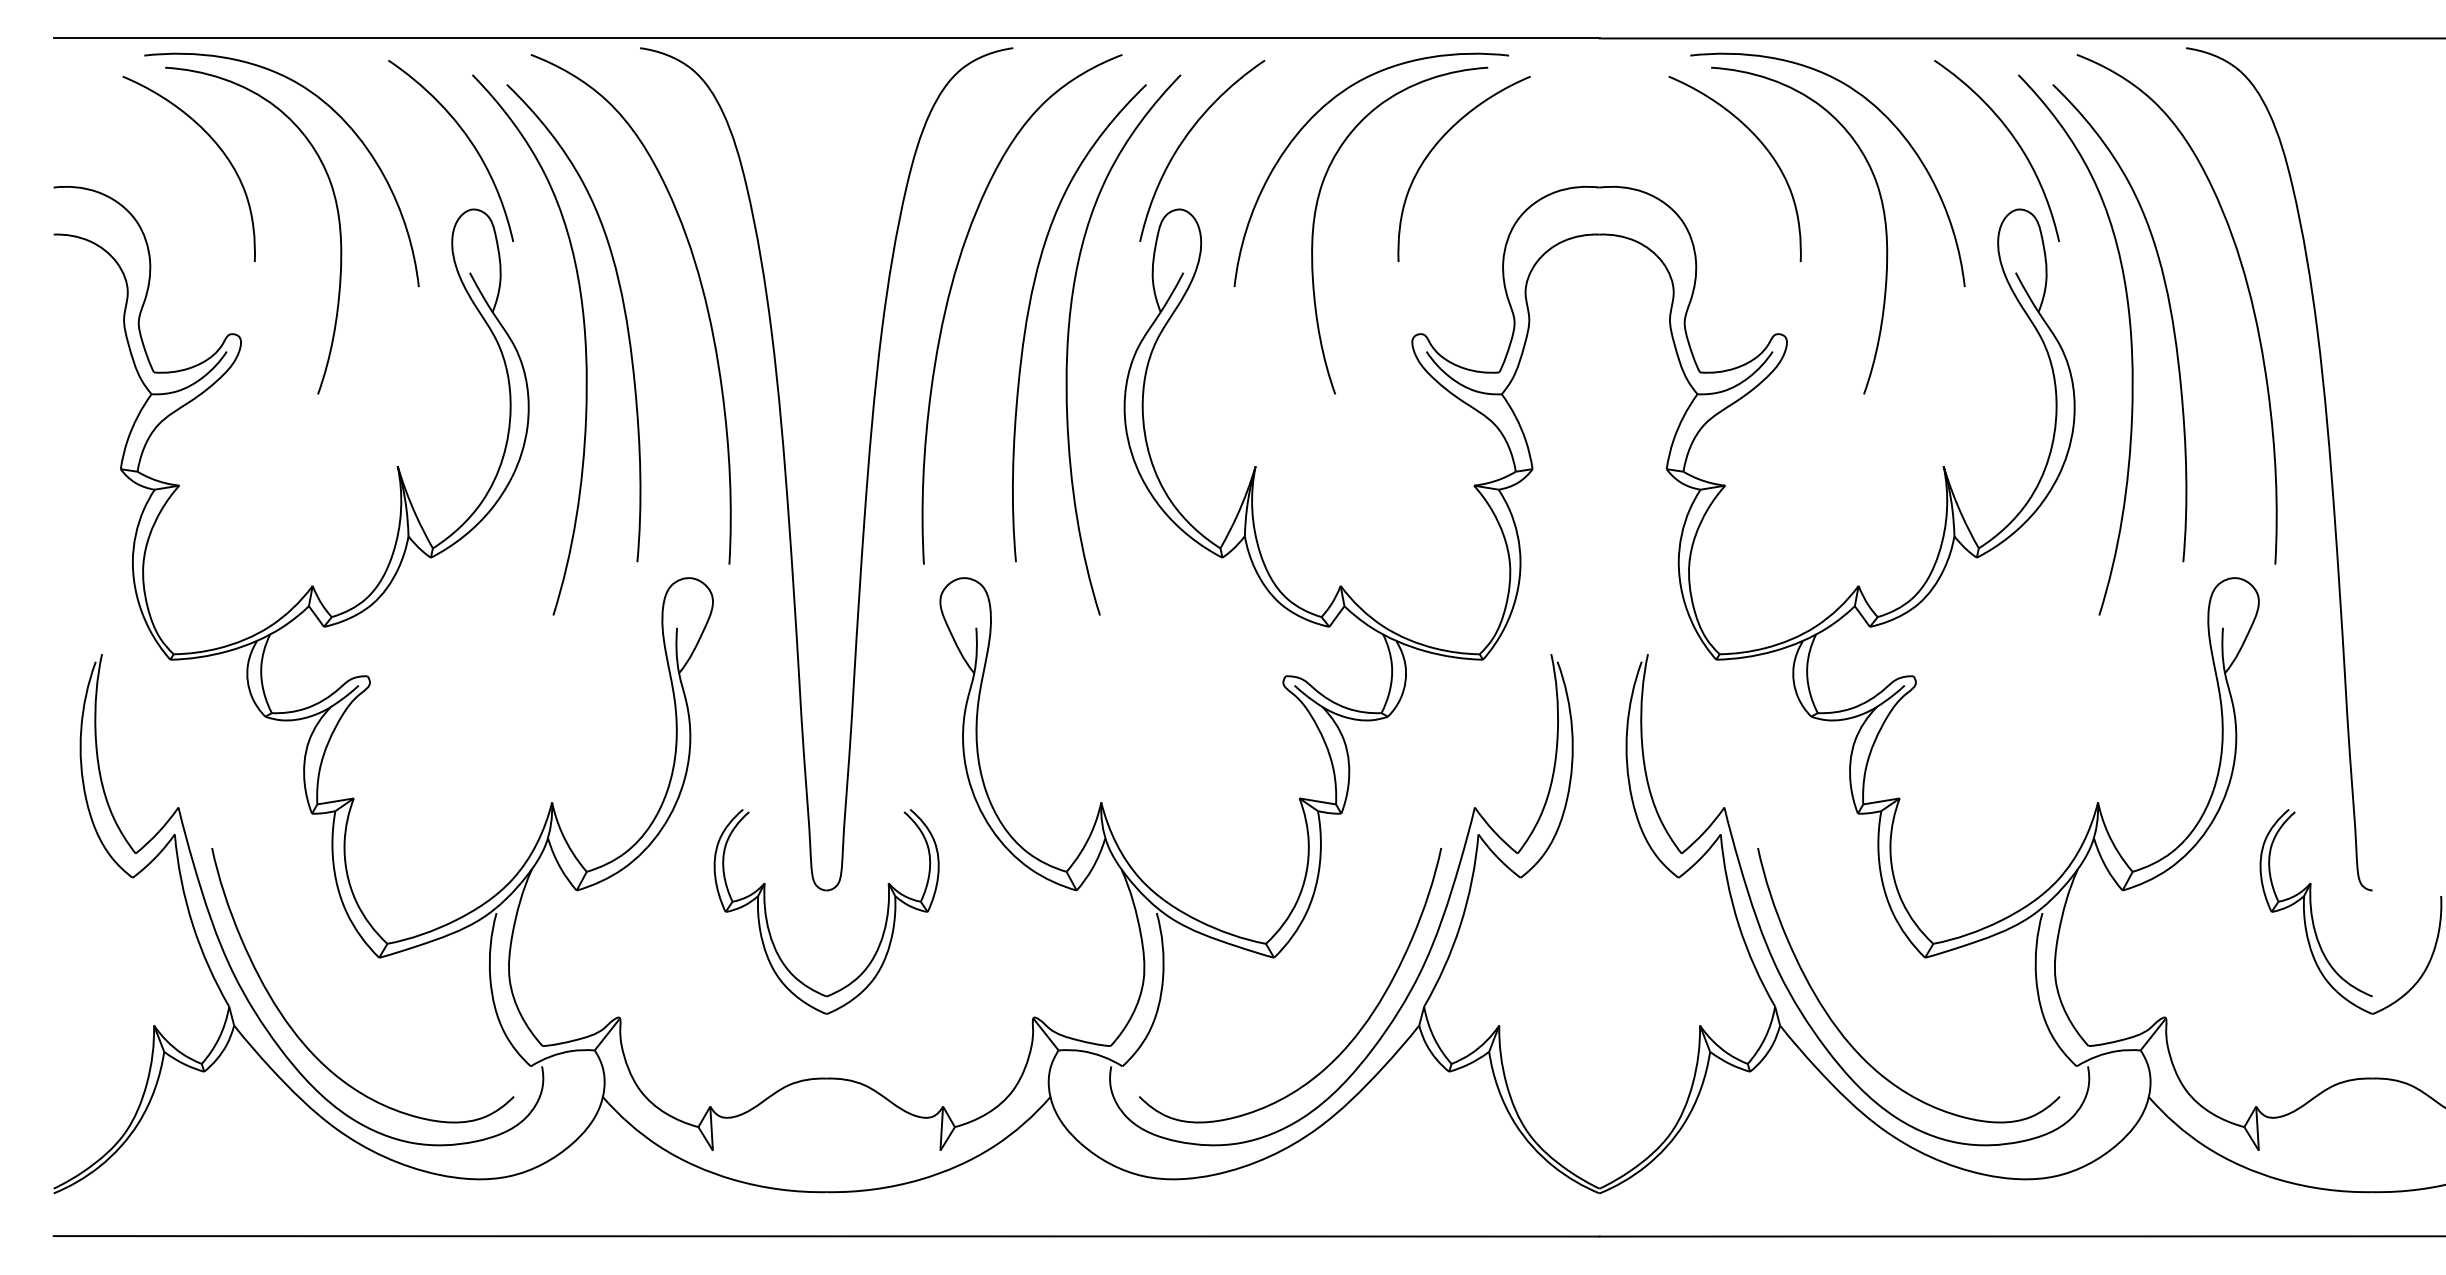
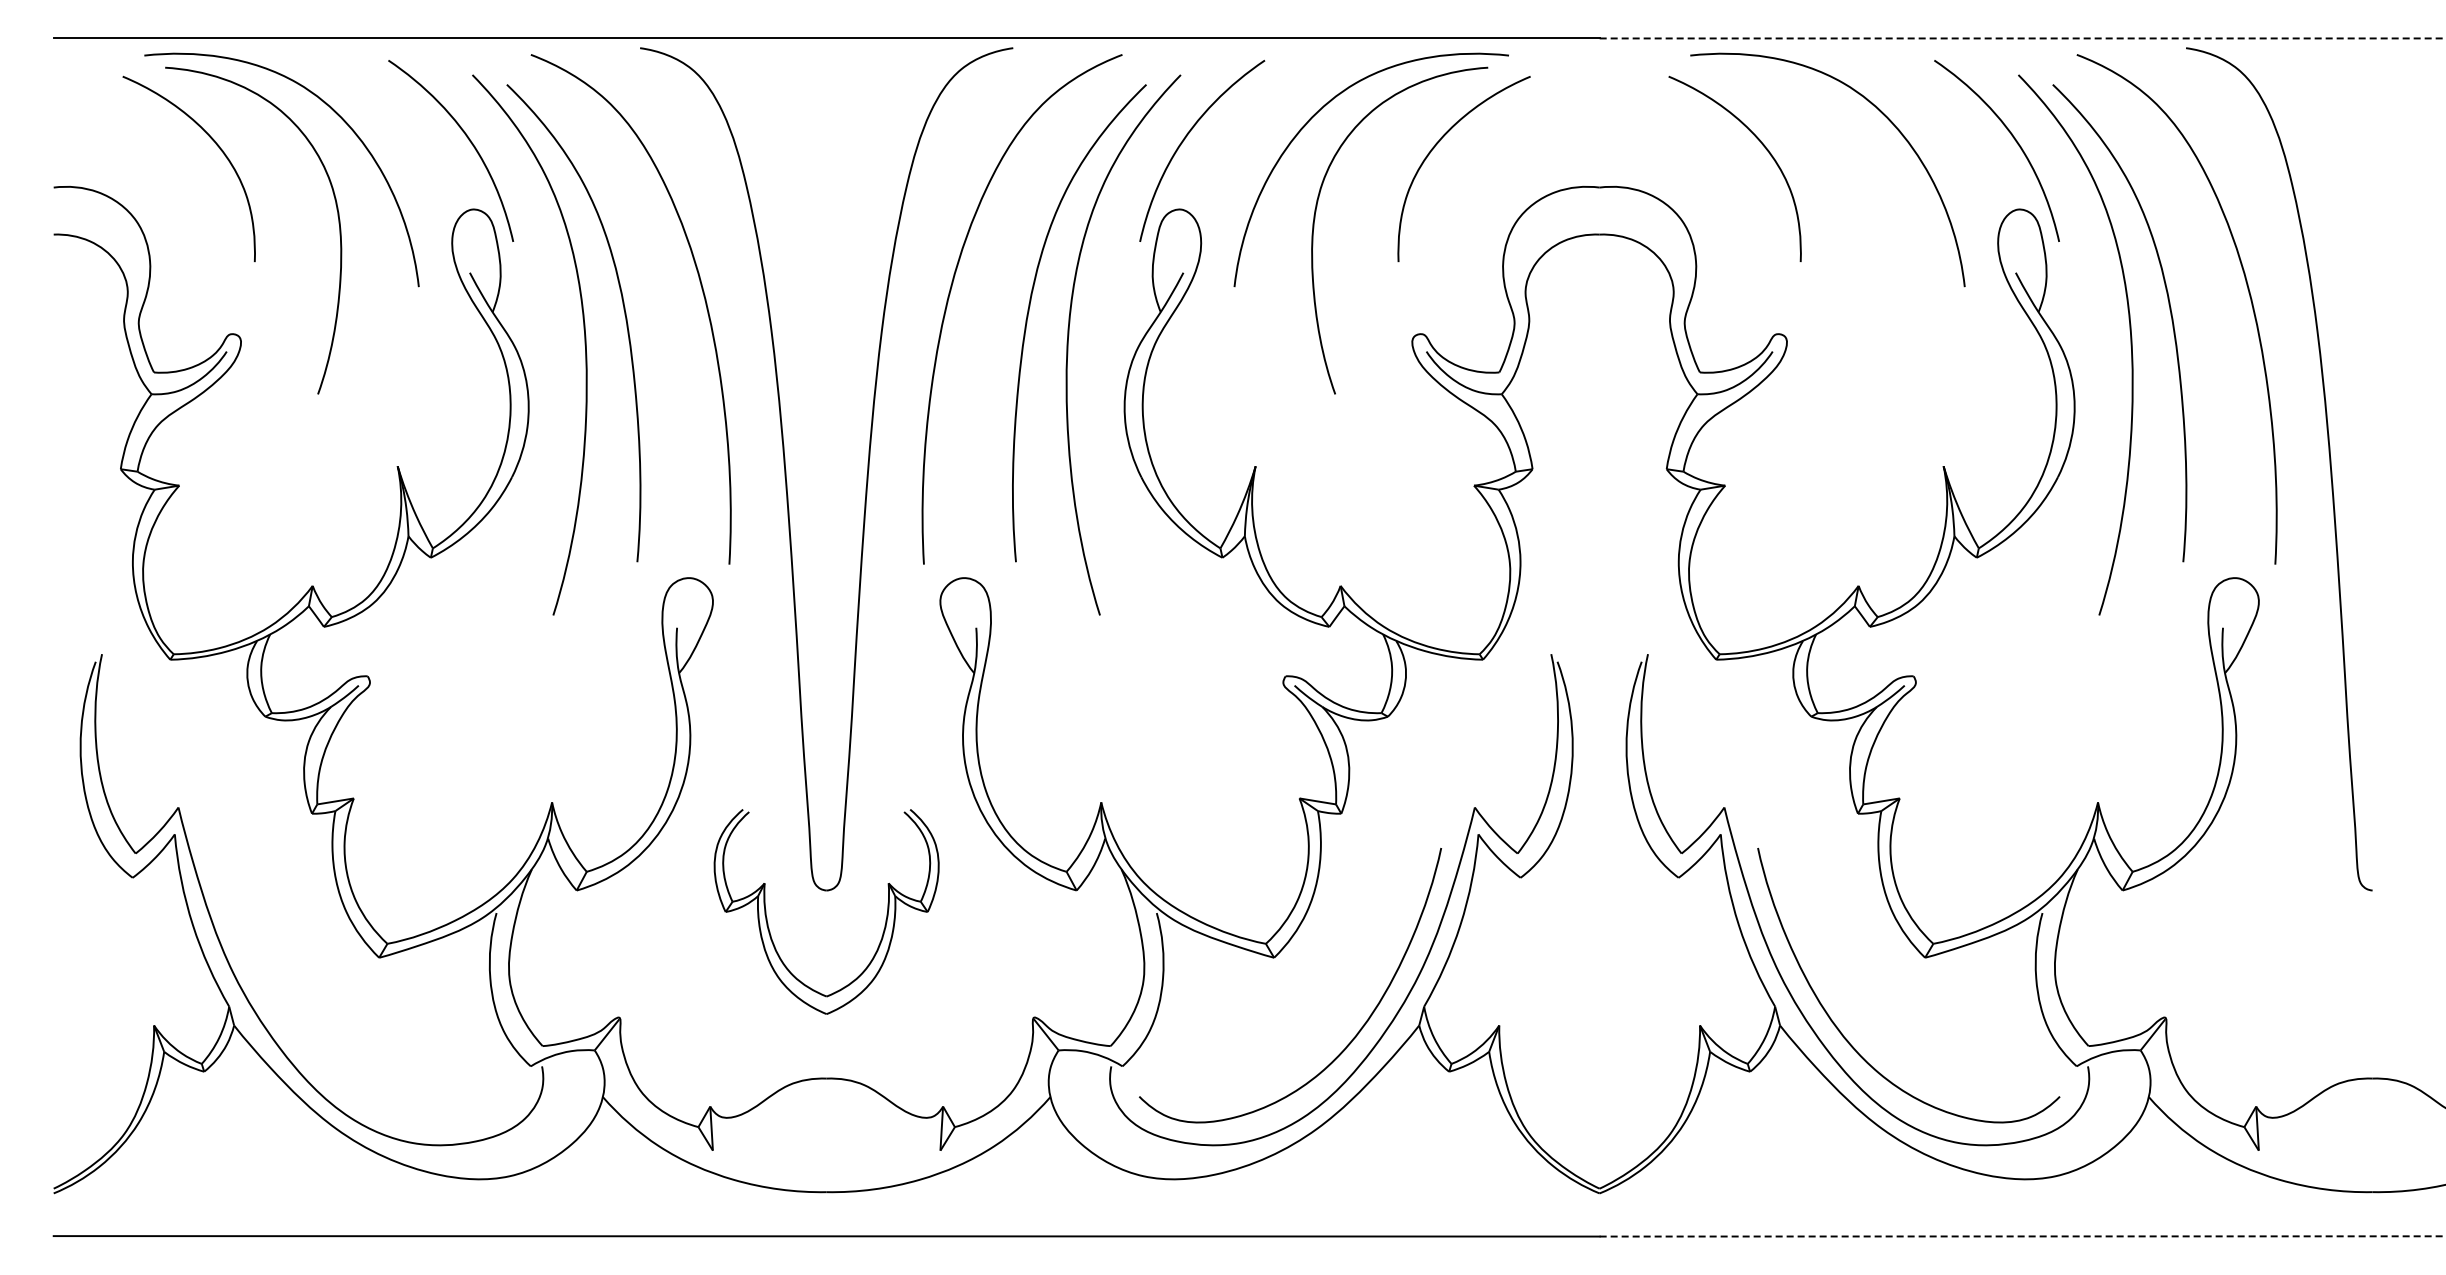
line at (2022, 38): solid -> dashed
curve at (1883, 216): present -> none
part at (2313, 918): present -> none
curve at (303, 1041): present -> none
line at (2022, 1236): solid -> dashed
